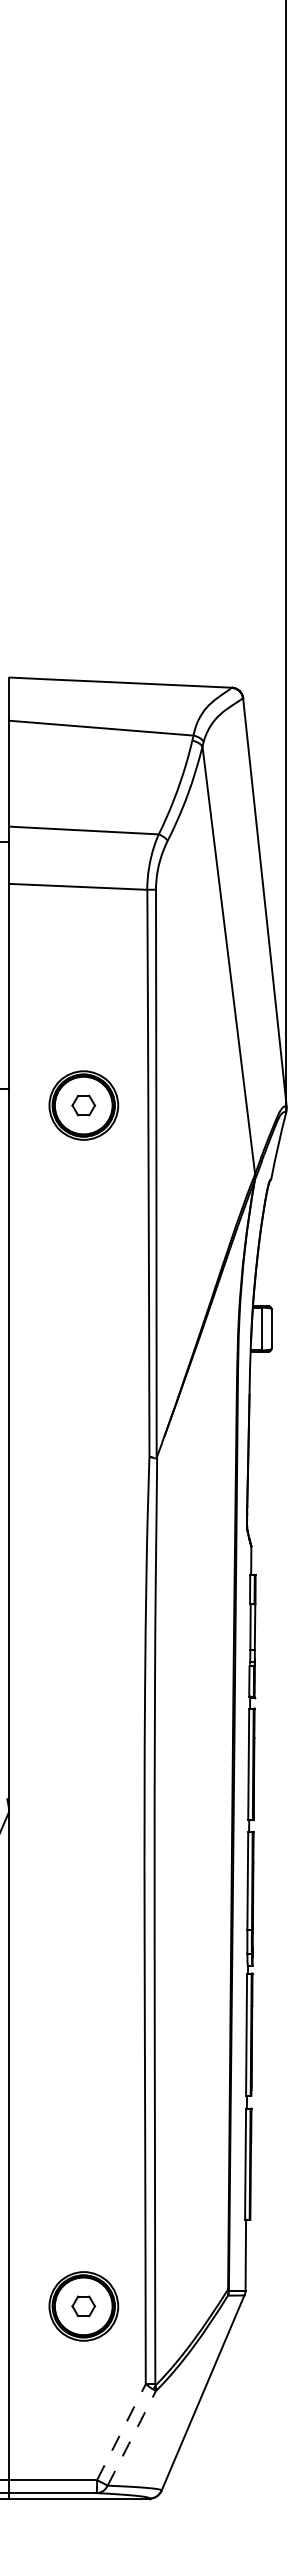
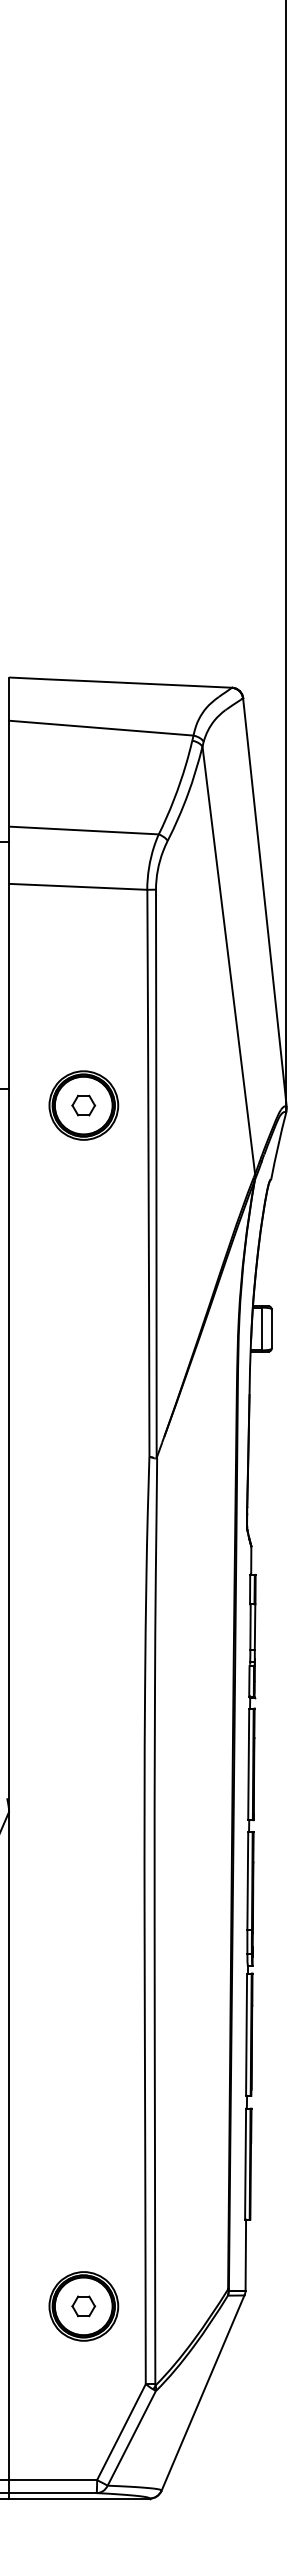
arc at (121, 2432): dashed -> solid
arc at (131, 2438): dashed -> solid
